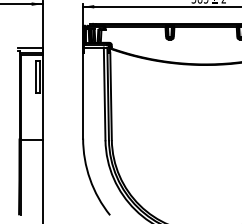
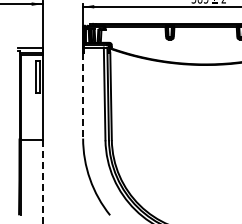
line at (83, 95): solid -> dashed
line at (42, 182): solid -> dashed
